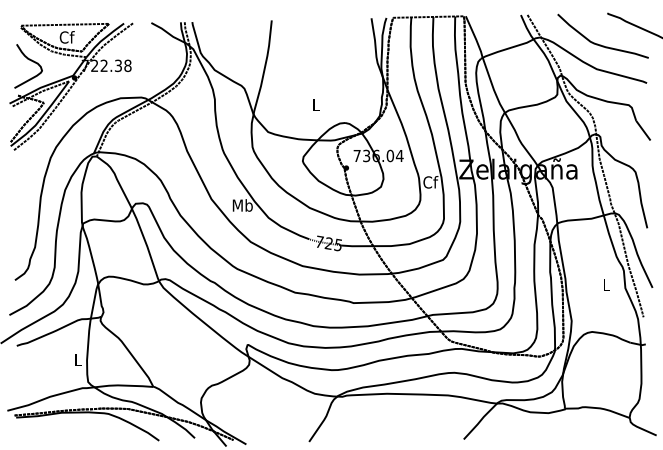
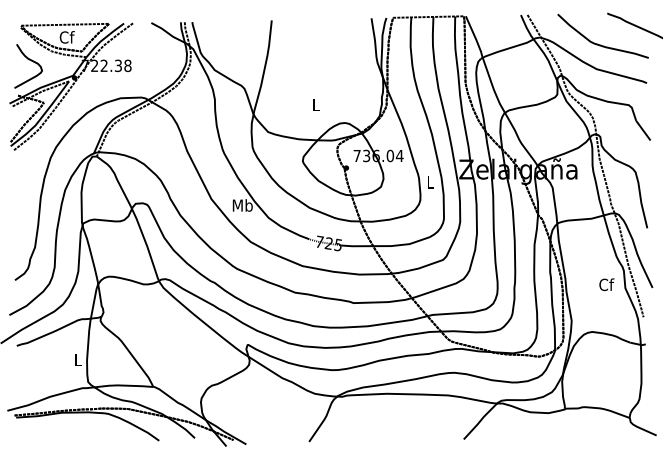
text at (430, 182): Cf -> L
text at (606, 284): L -> Cf
